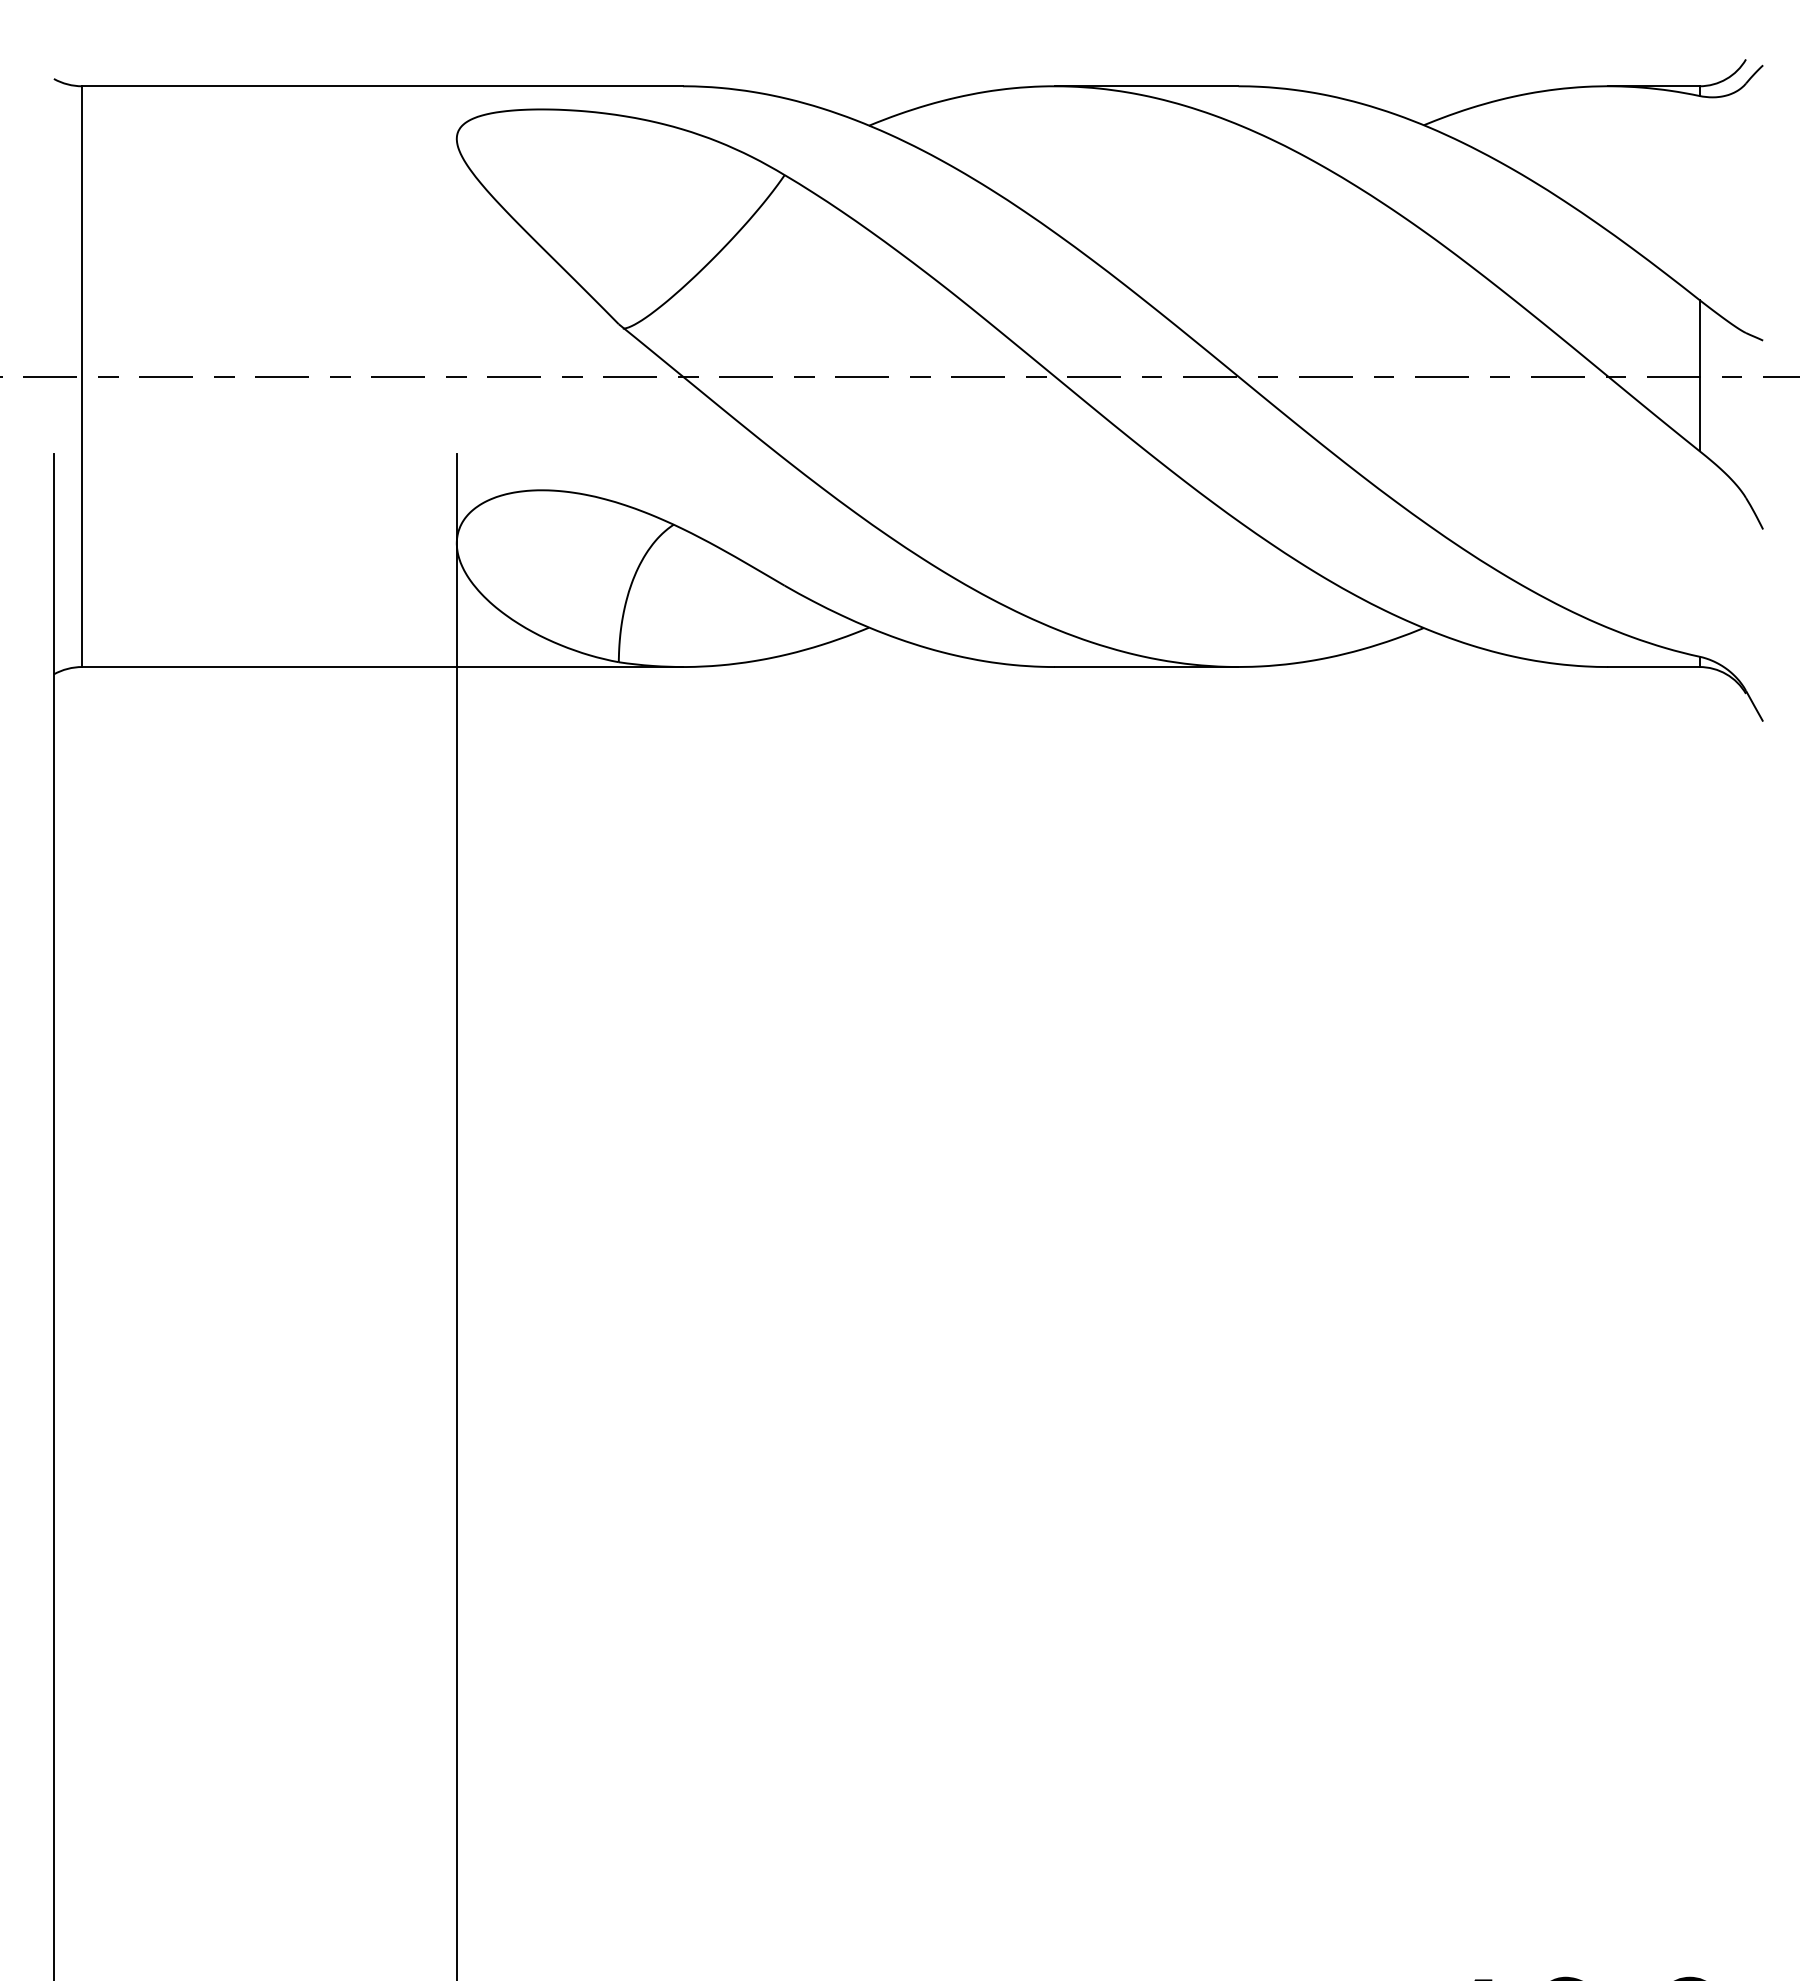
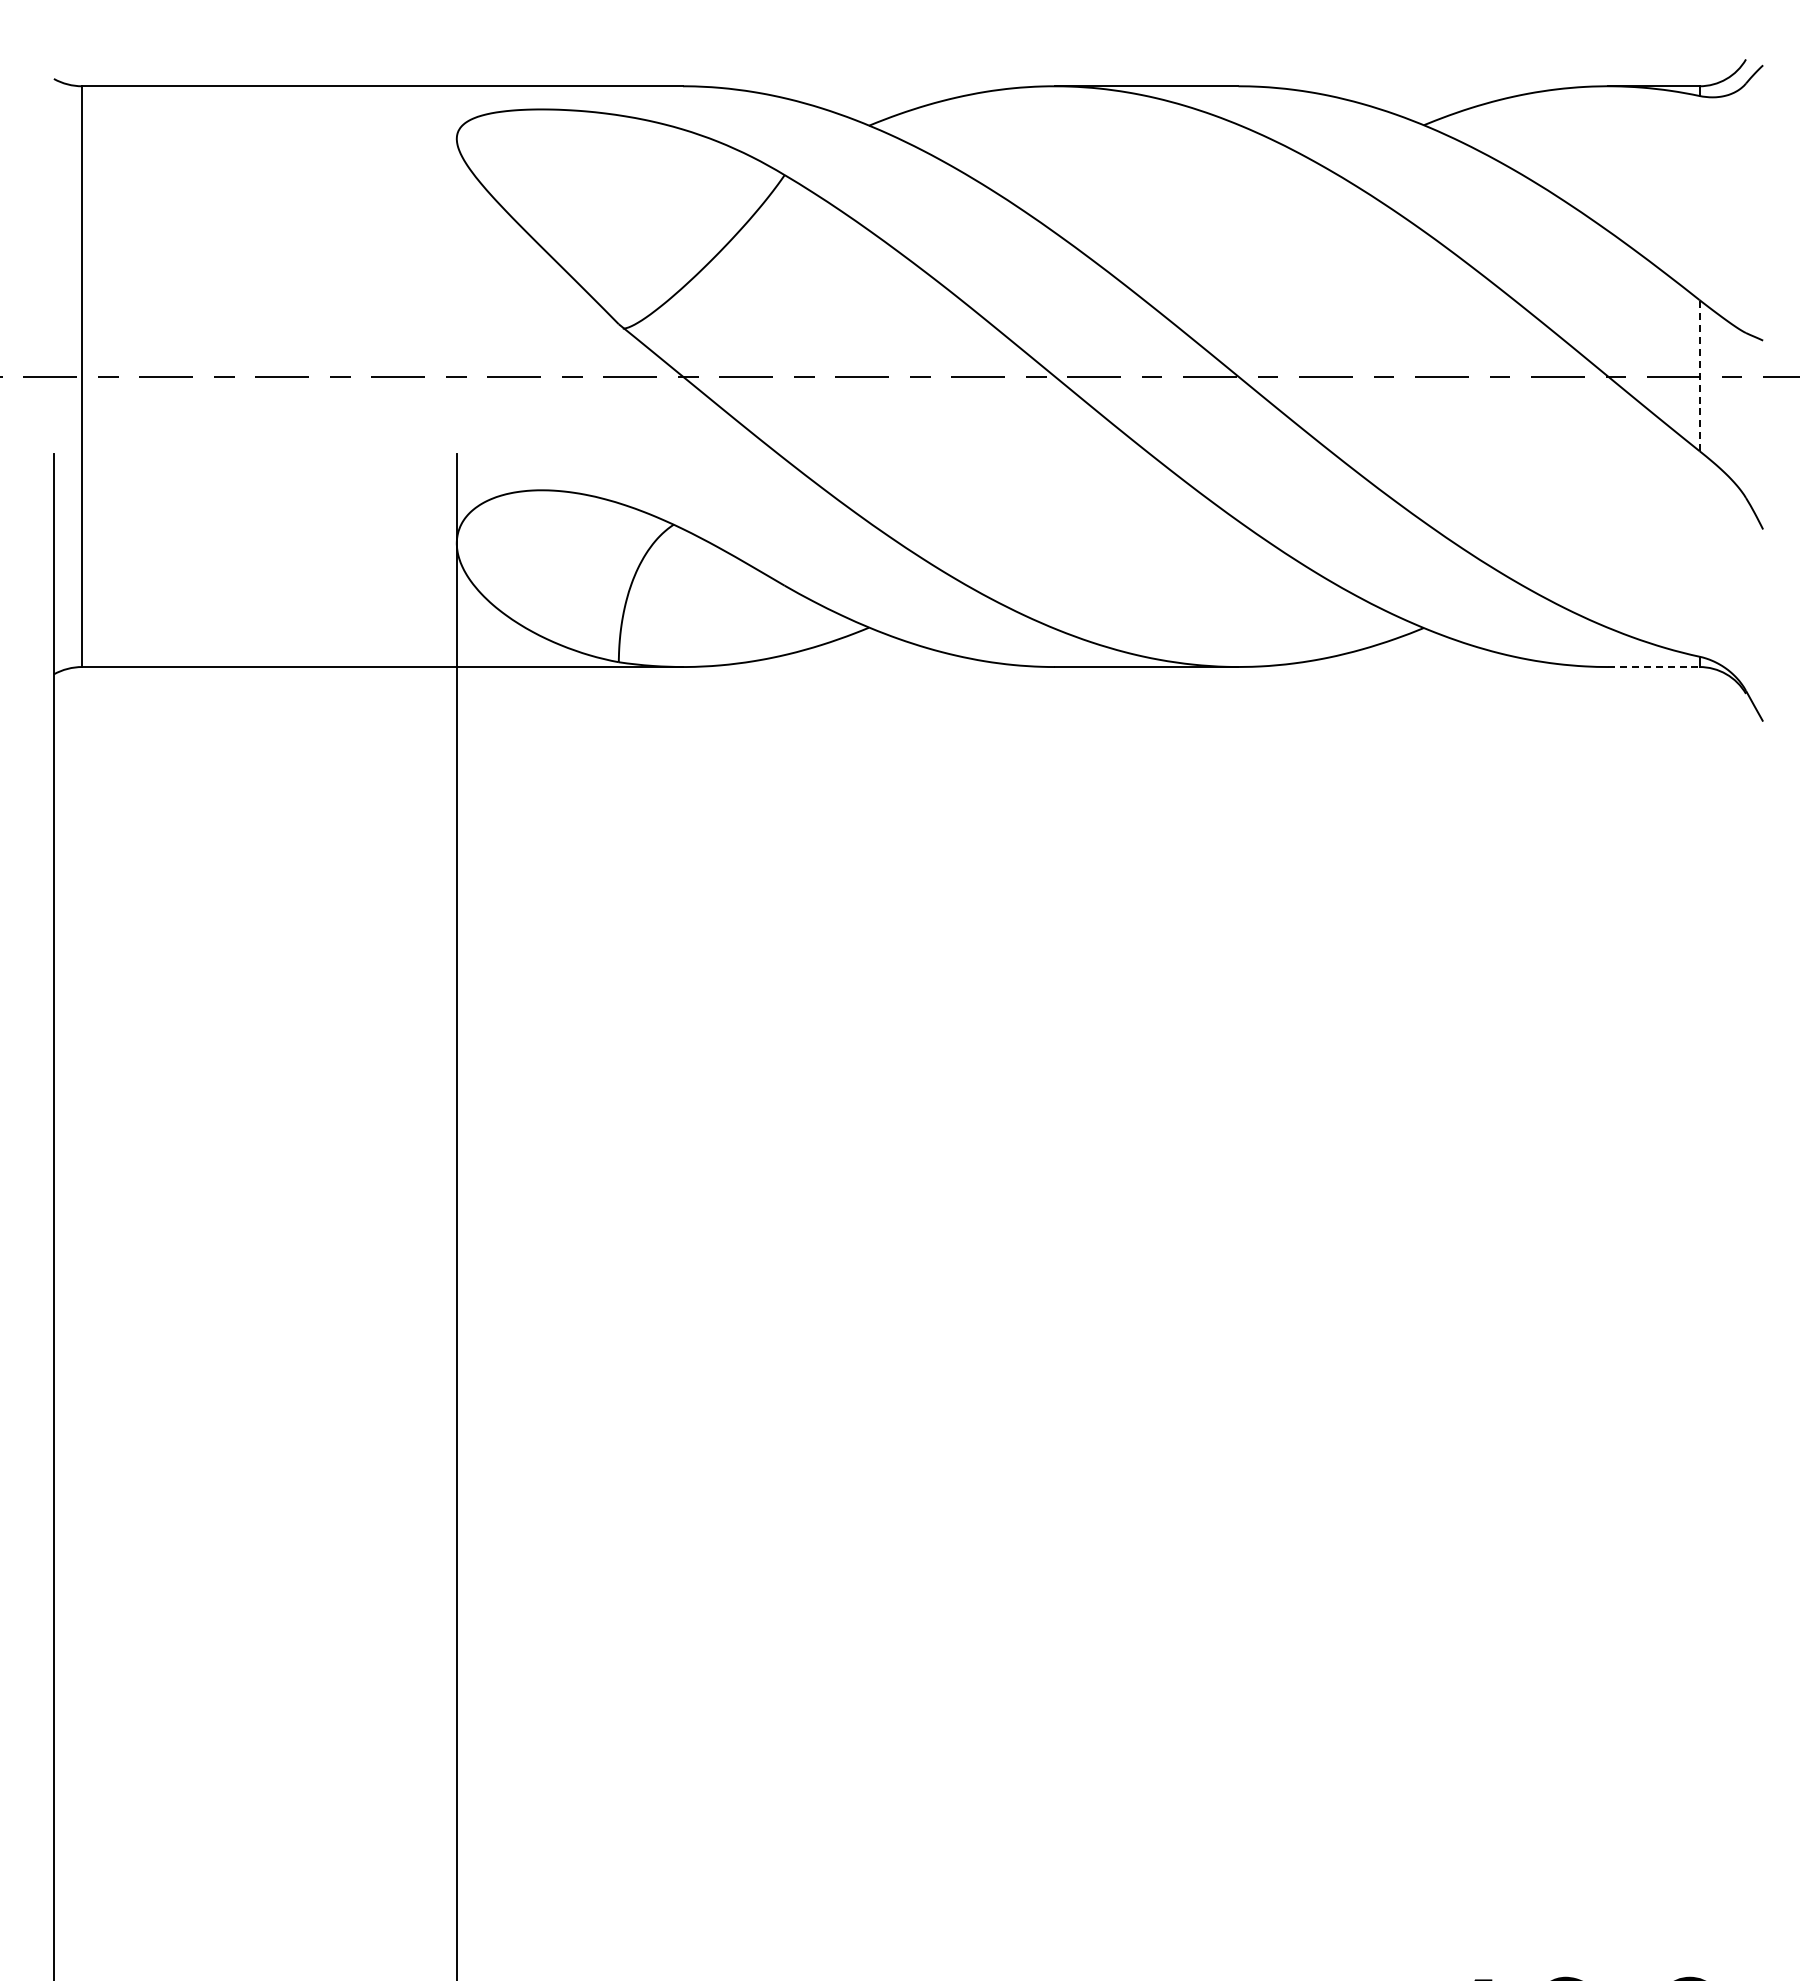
line at (1699, 375): solid -> dashed
line at (1653, 667): solid -> dashed
